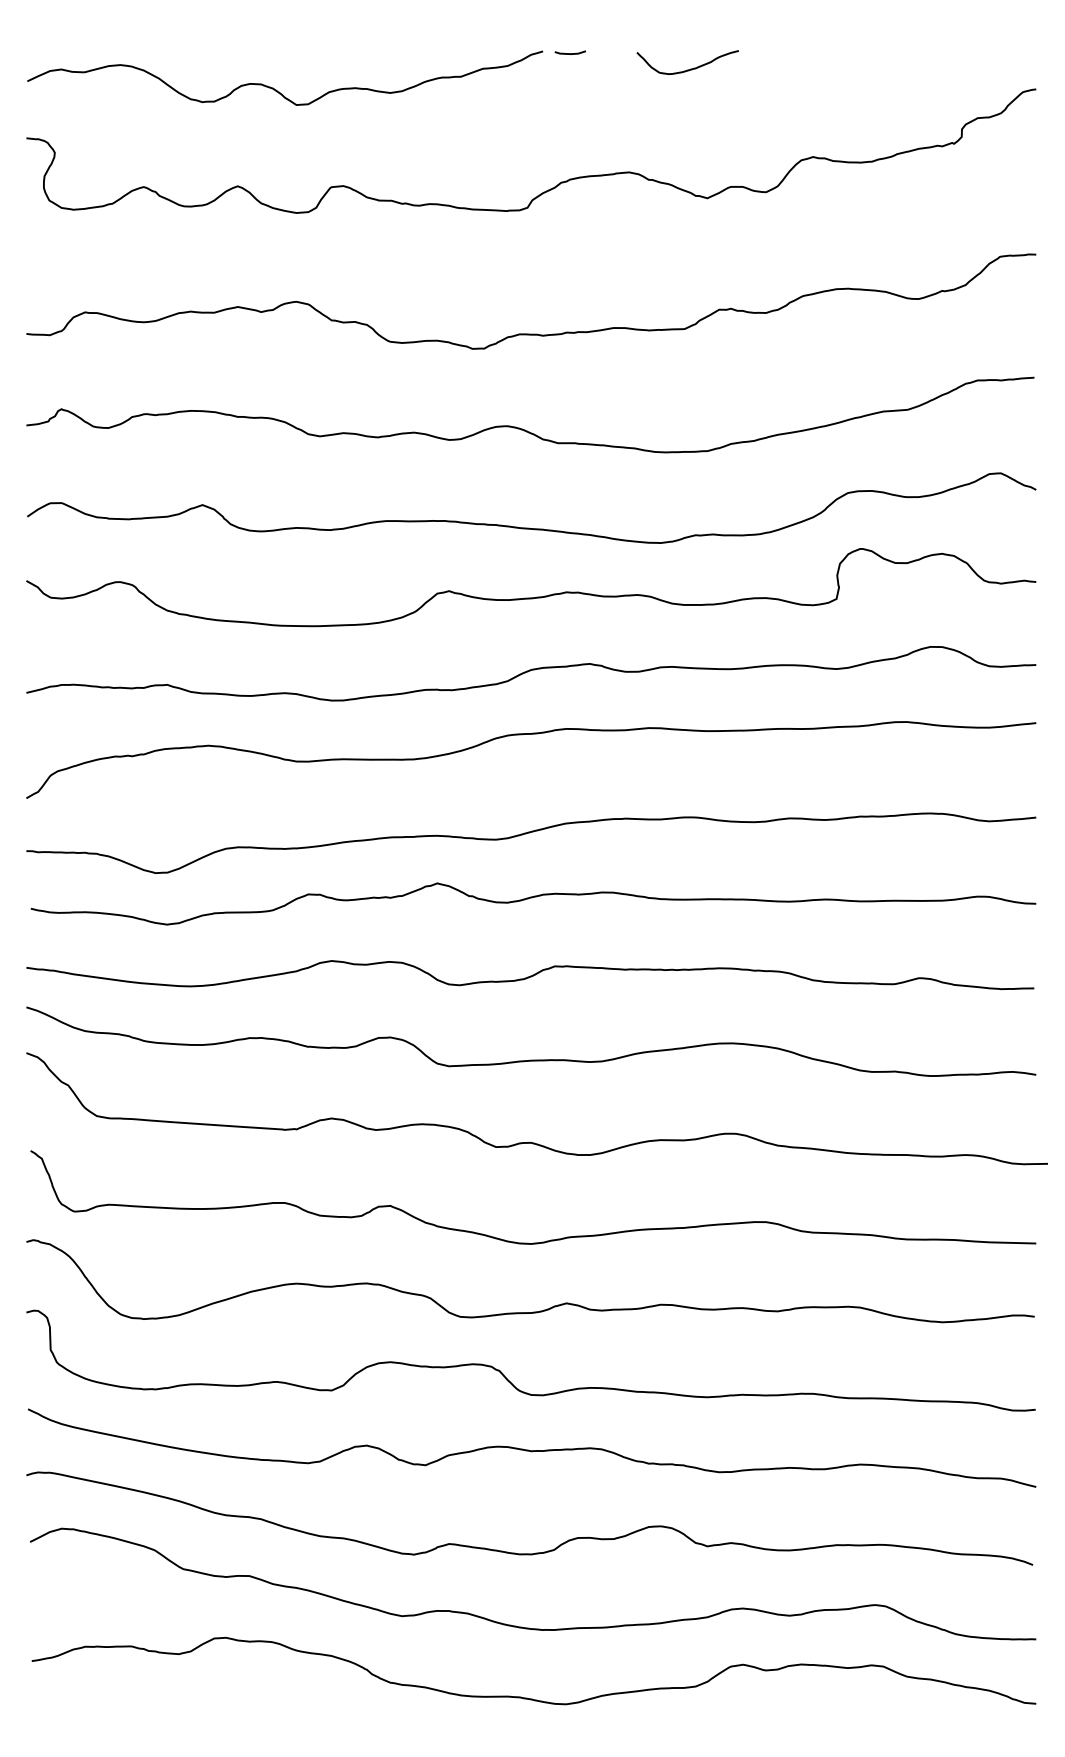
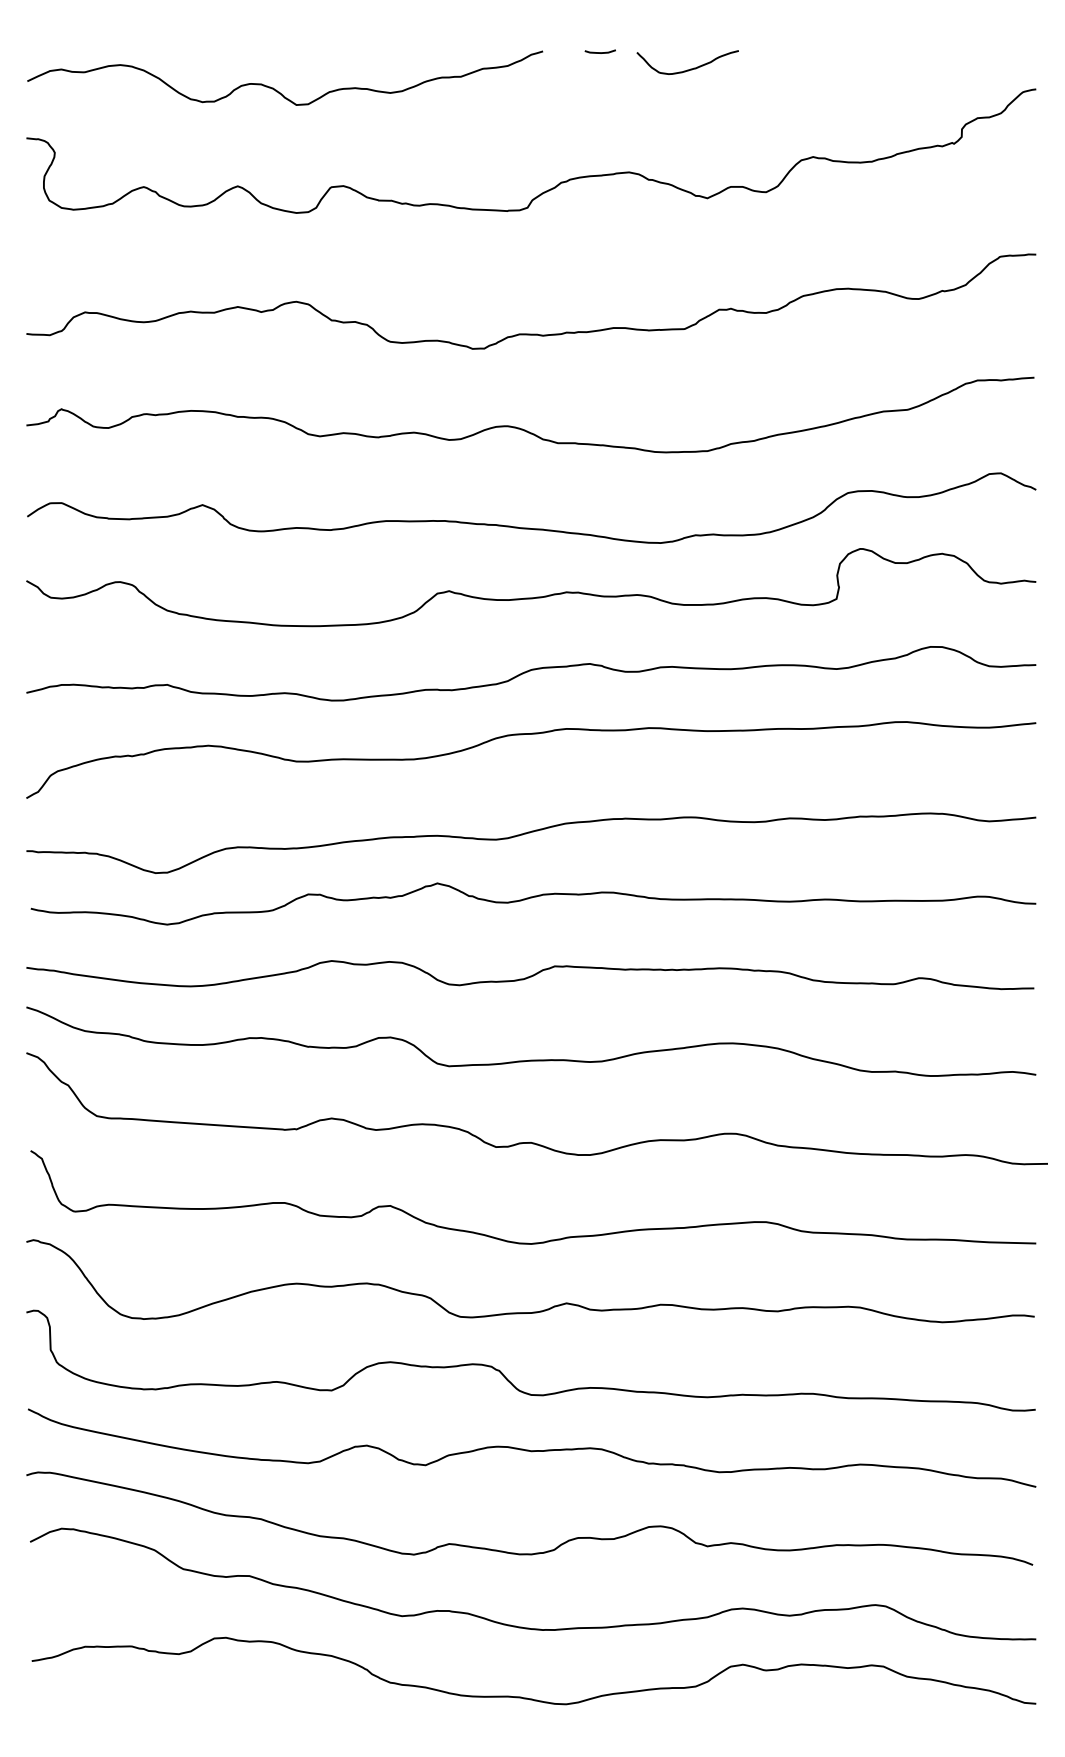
curve at (569, 53) position: (569, 53) -> (599, 52)
